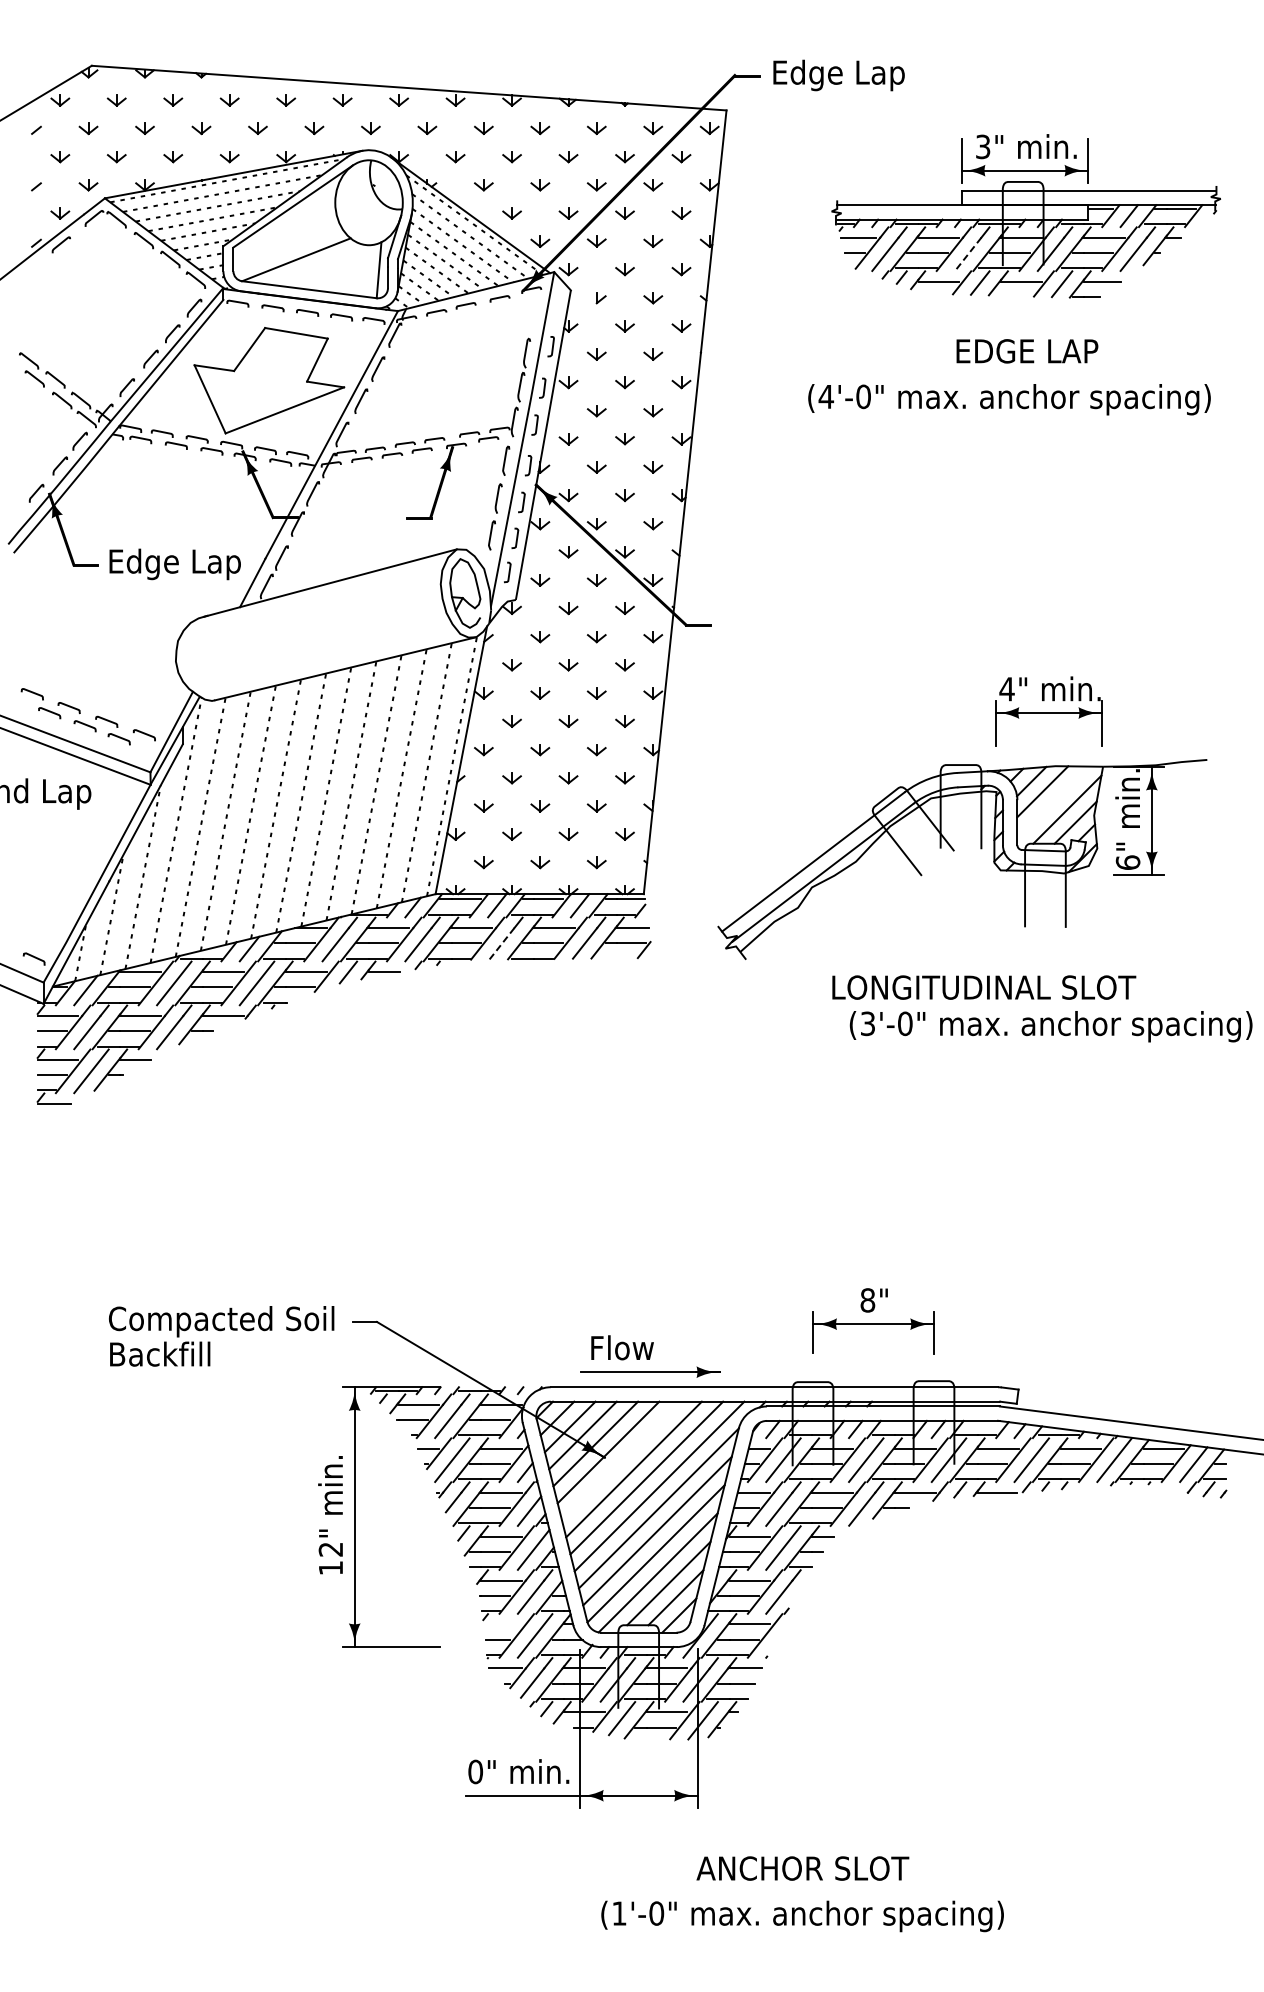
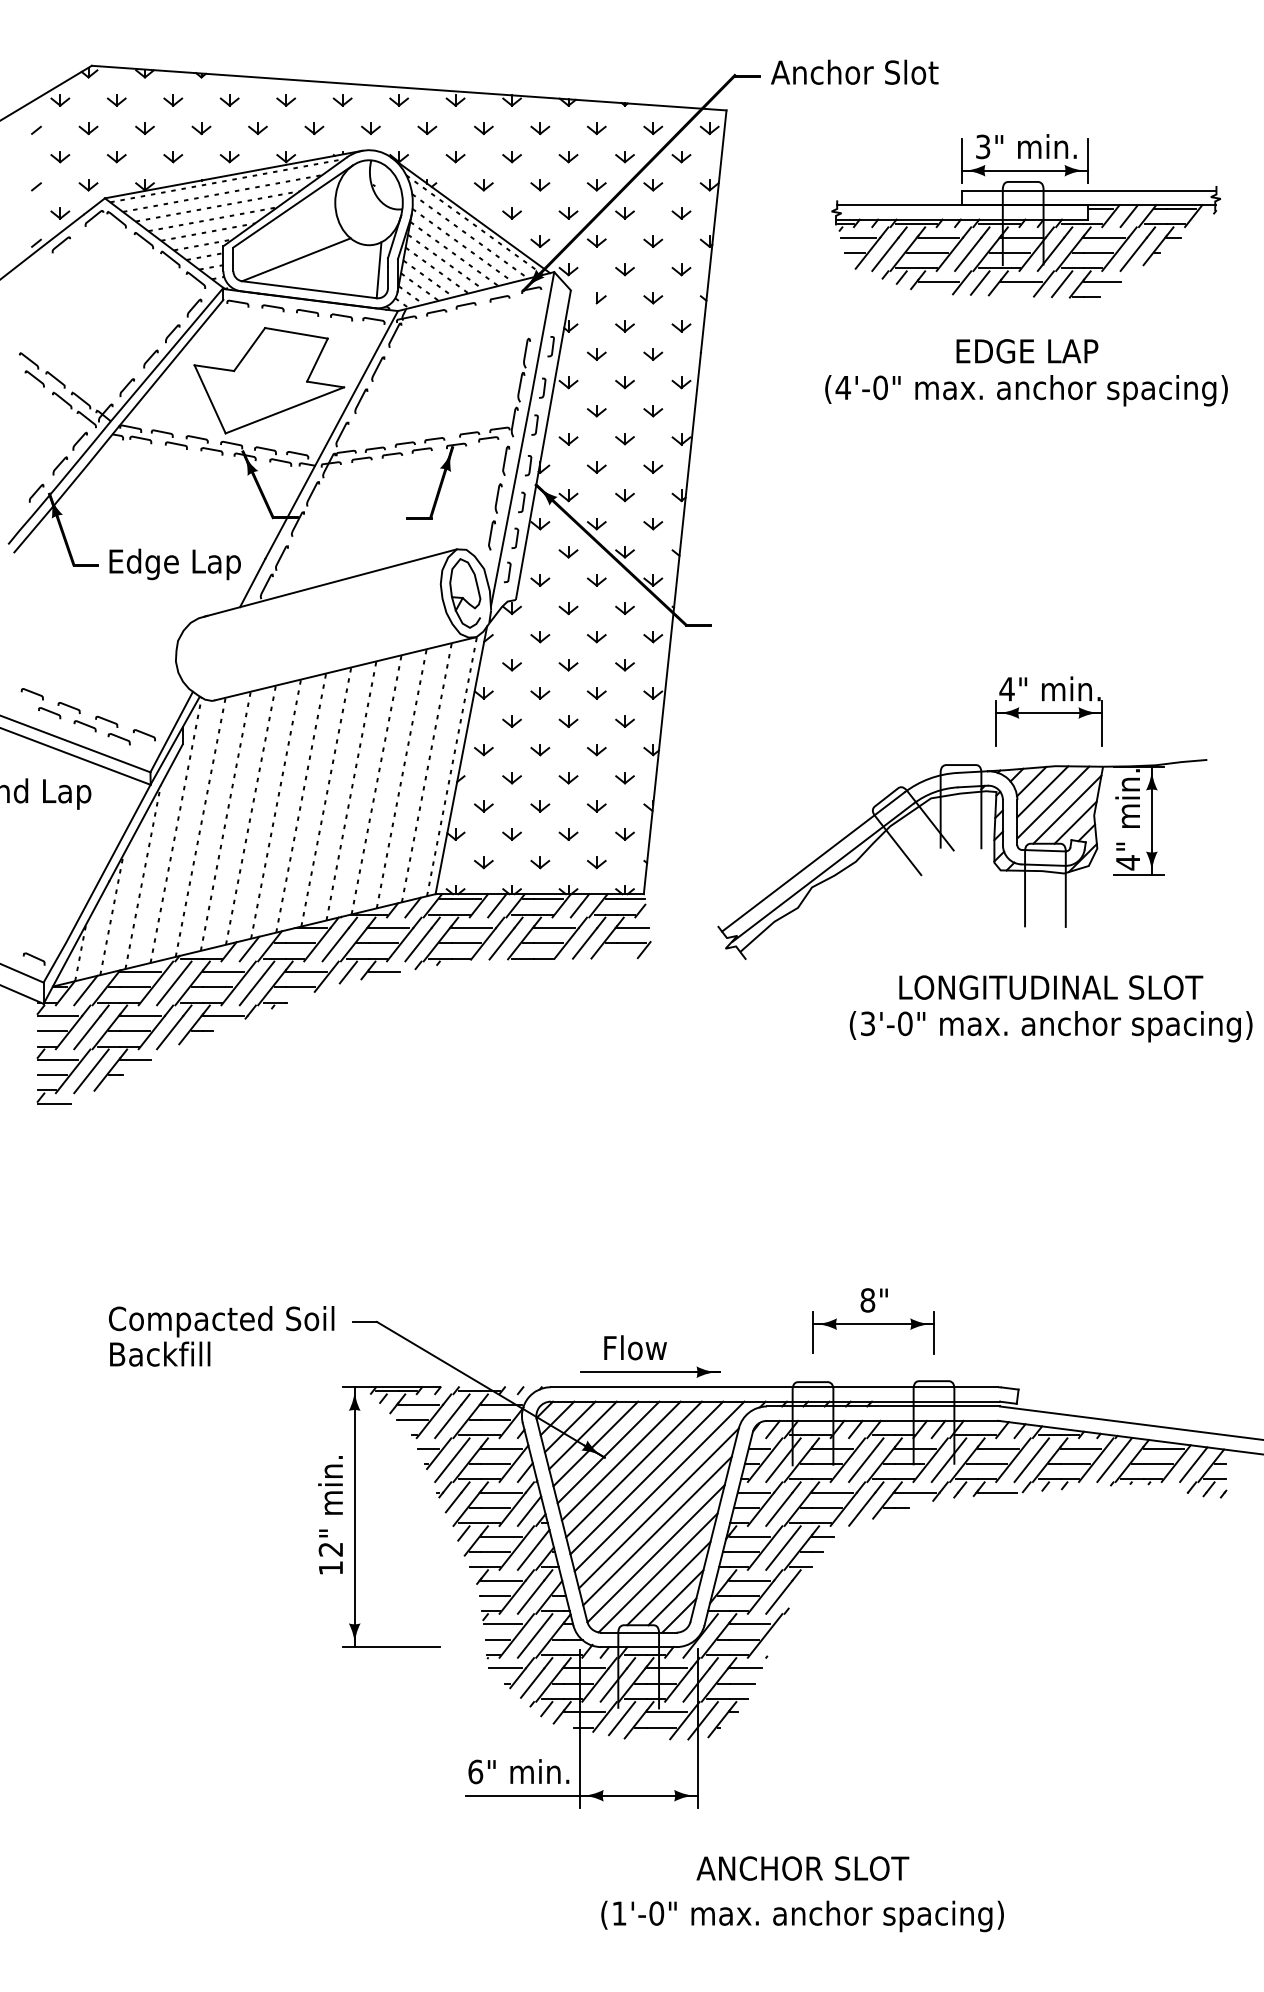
text at (854, 75): Edge Lap -> Anchor Slot
line at (967, 254): dashed -> solid
text at (1009, 399) position: (1009, 399) -> (1026, 390)
line at (1053, 802): none -> present
text at (1127, 862): 6" -> 4"
line at (501, 944): dashed -> solid
text at (984, 987) position: (984, 987) -> (1051, 987)
text at (622, 1347) position: (622, 1347) -> (635, 1347)
line at (620, 1460): none -> present
line at (502, 1624): none -> present
text at (475, 1771): 0" -> 6"
